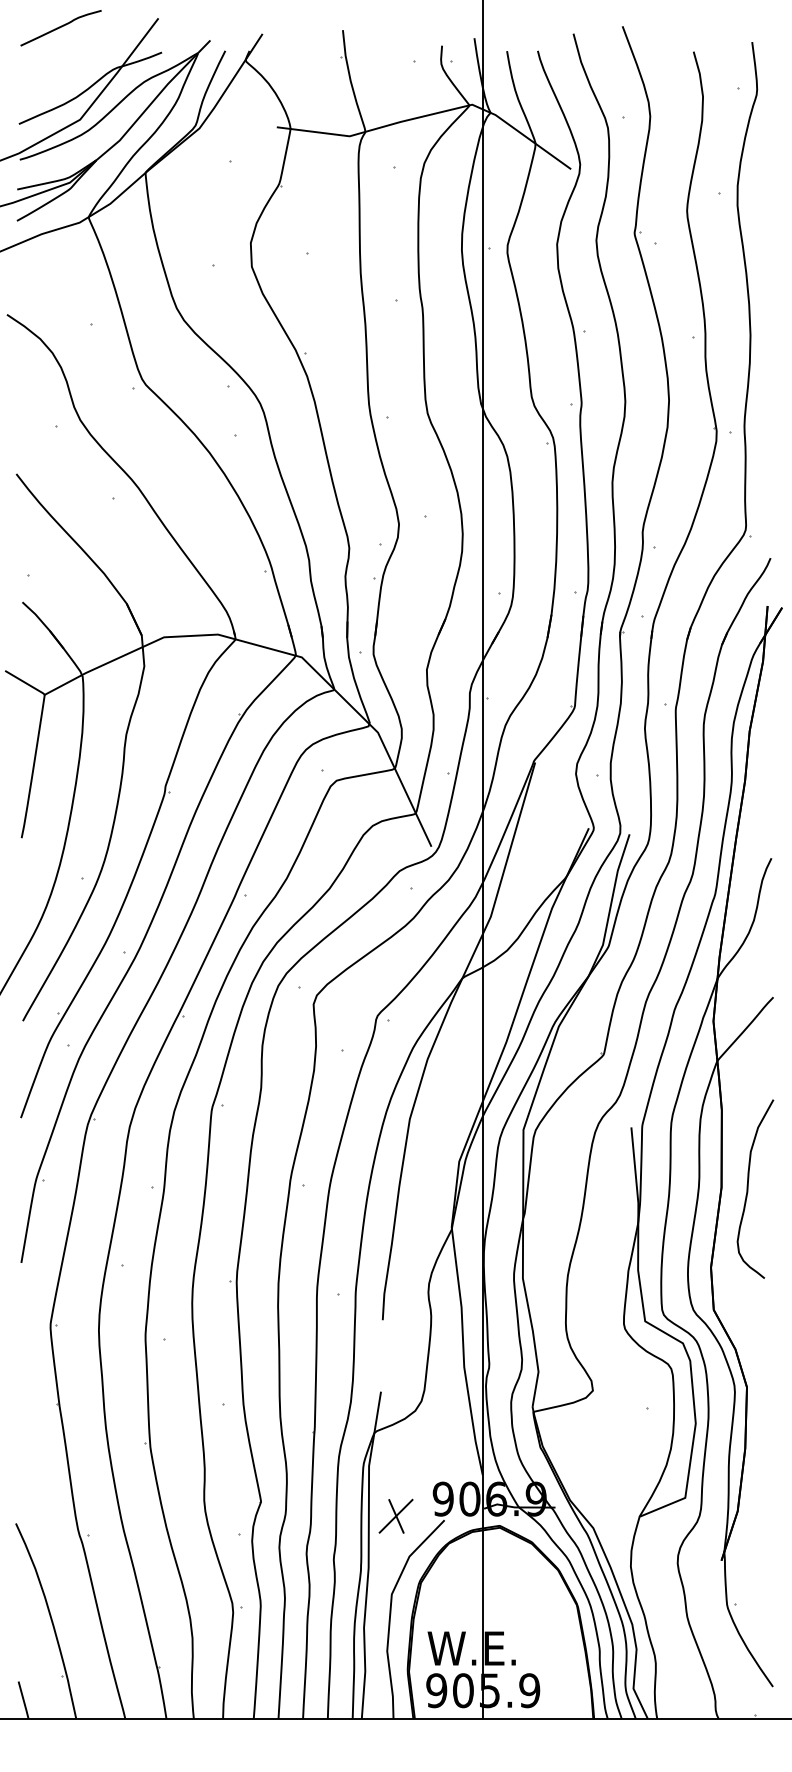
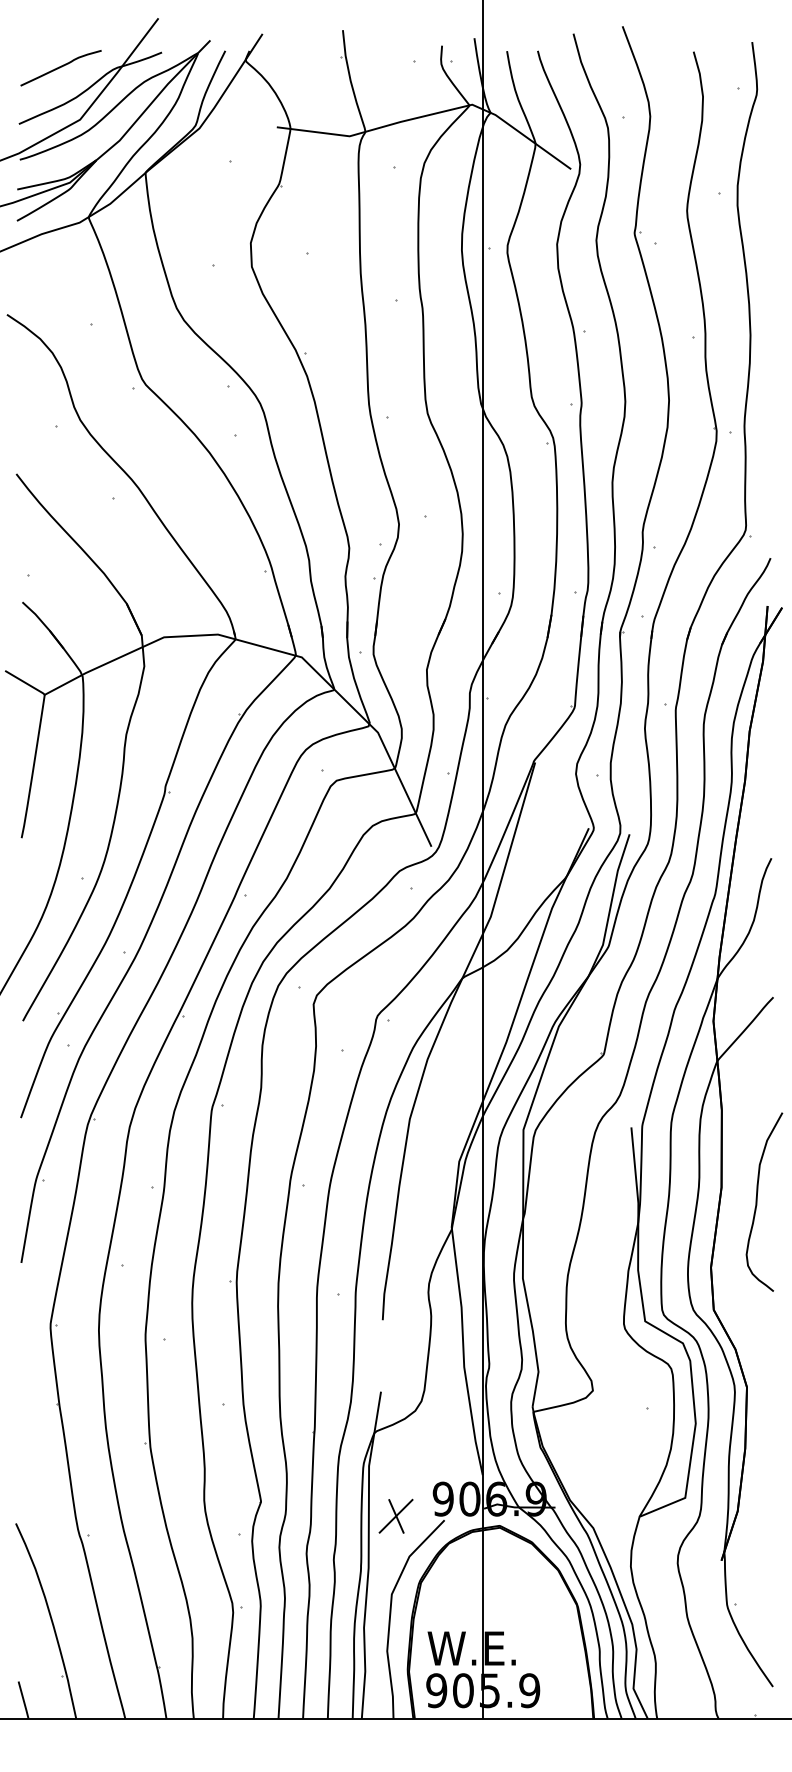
curve at (60, 28) position: (60, 28) -> (60, 68)
curve at (748, 1188) position: (748, 1188) -> (757, 1201)
